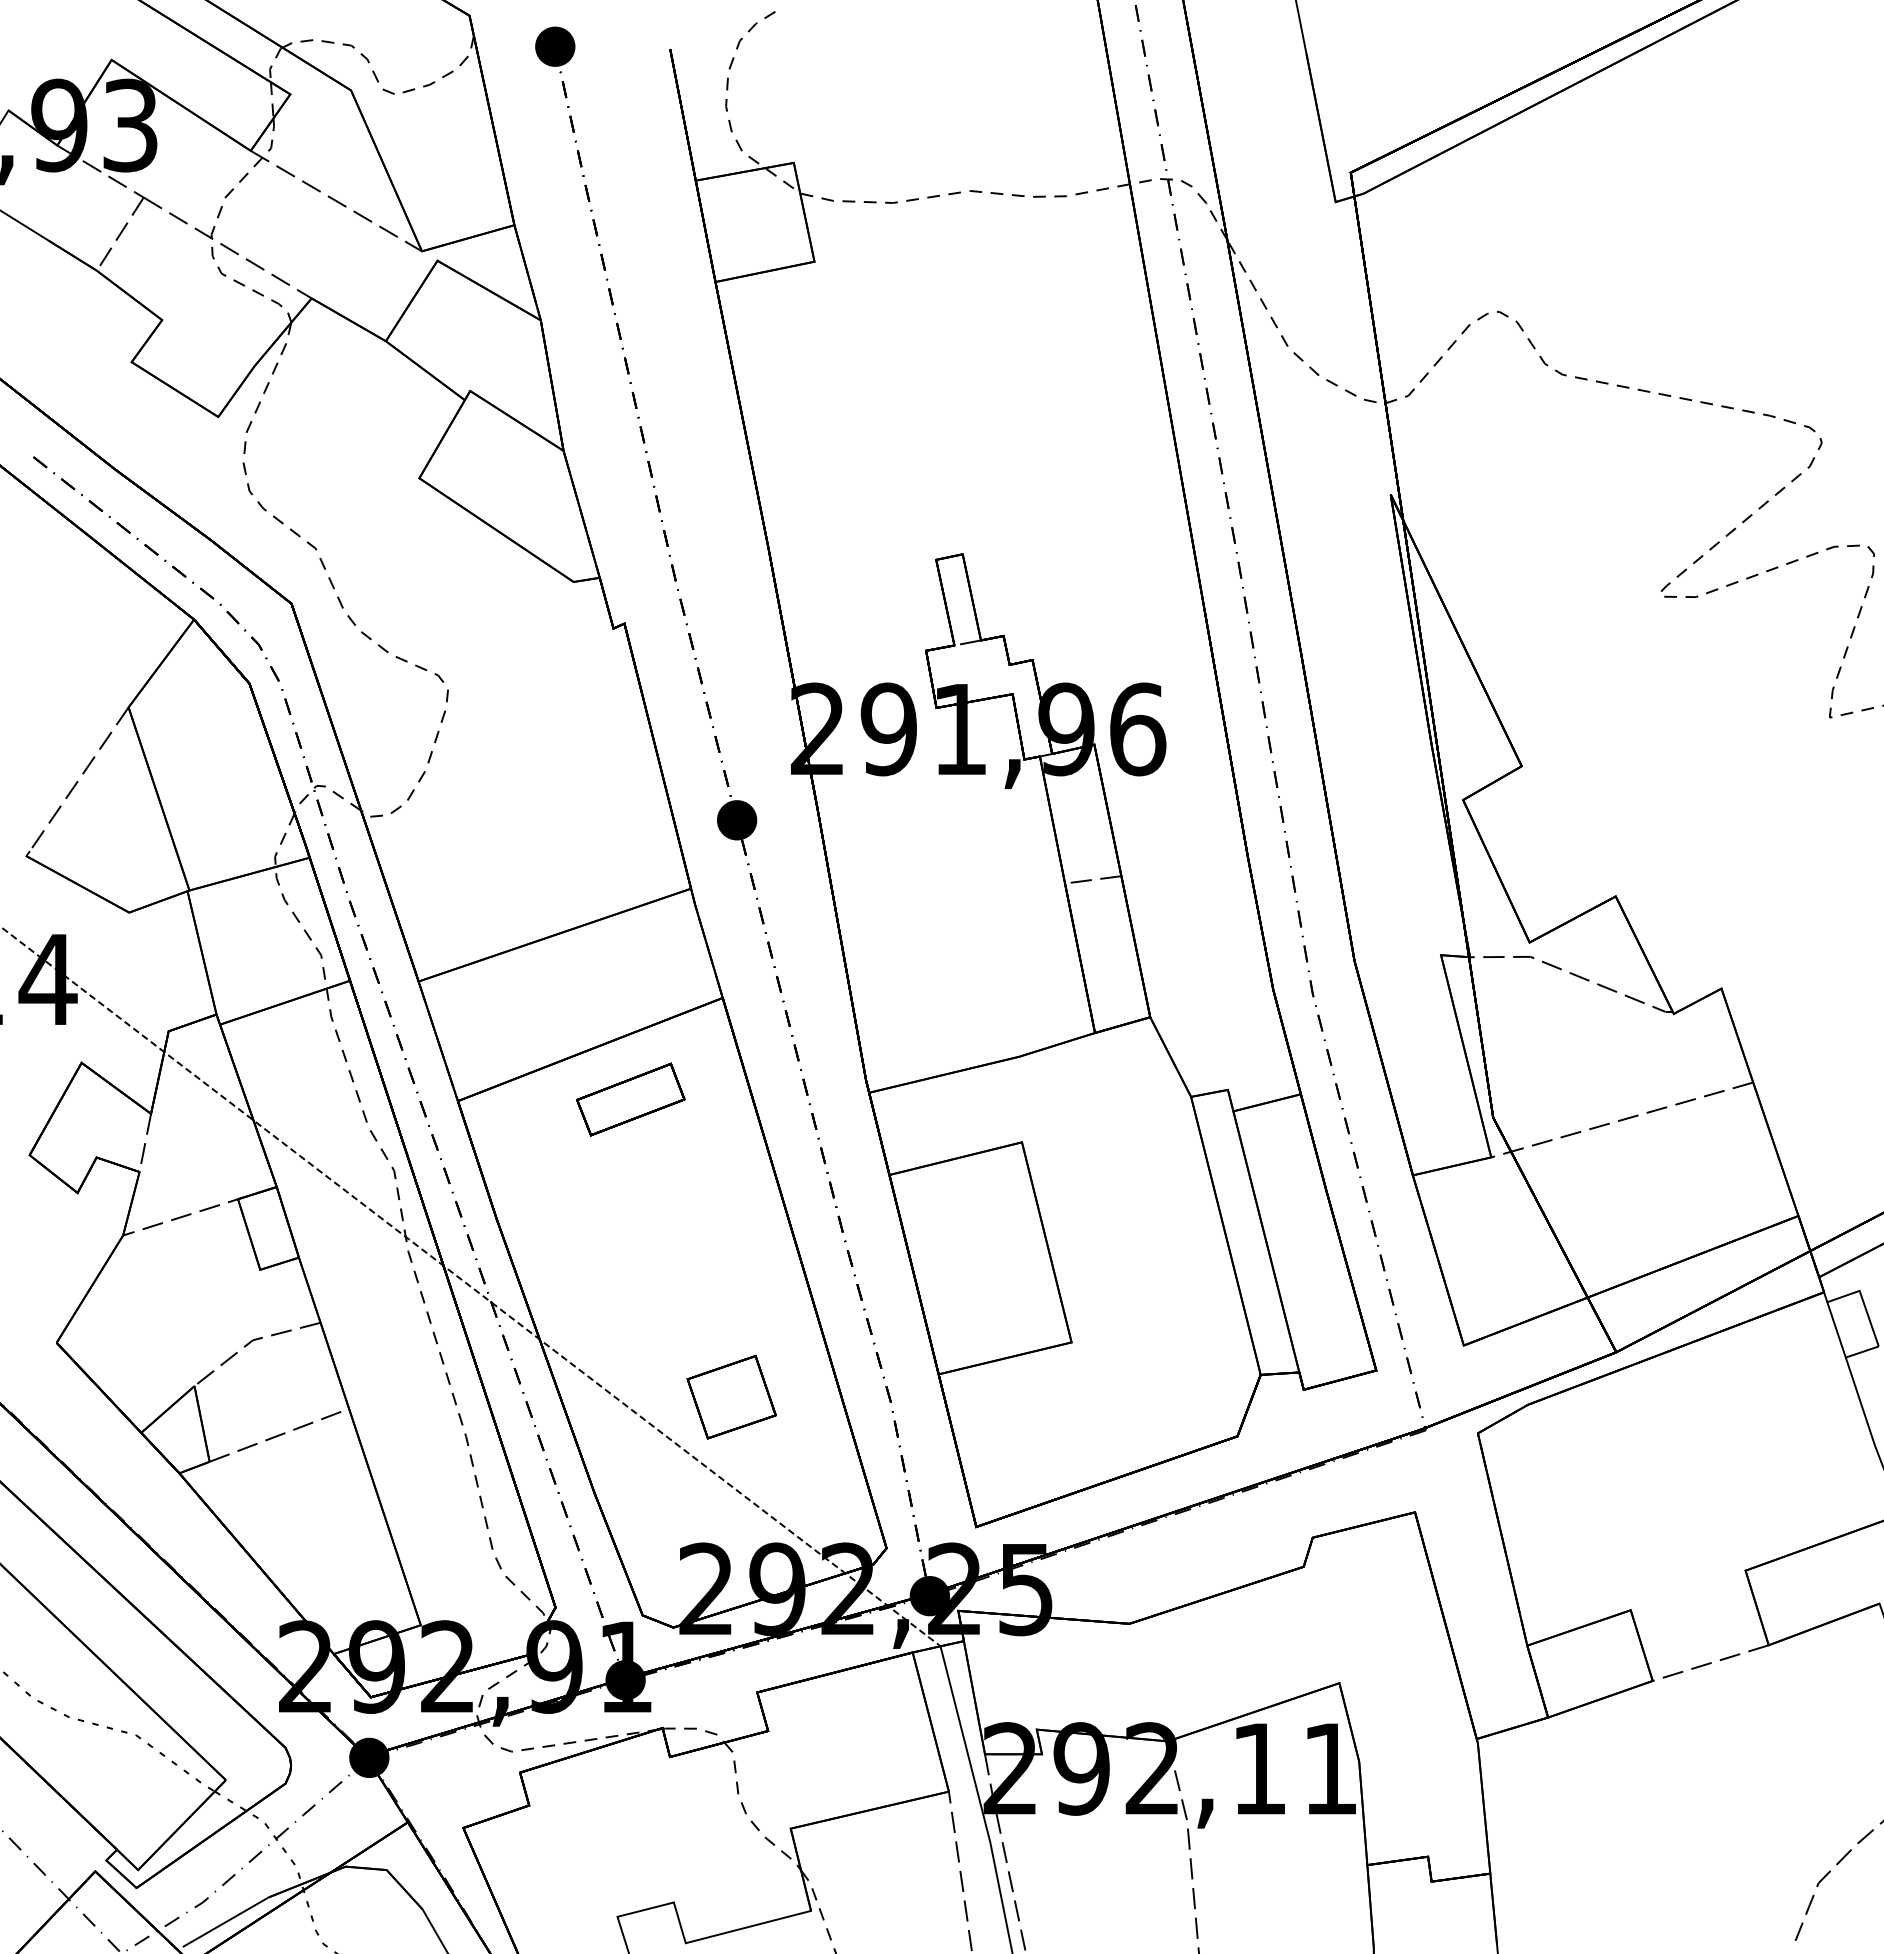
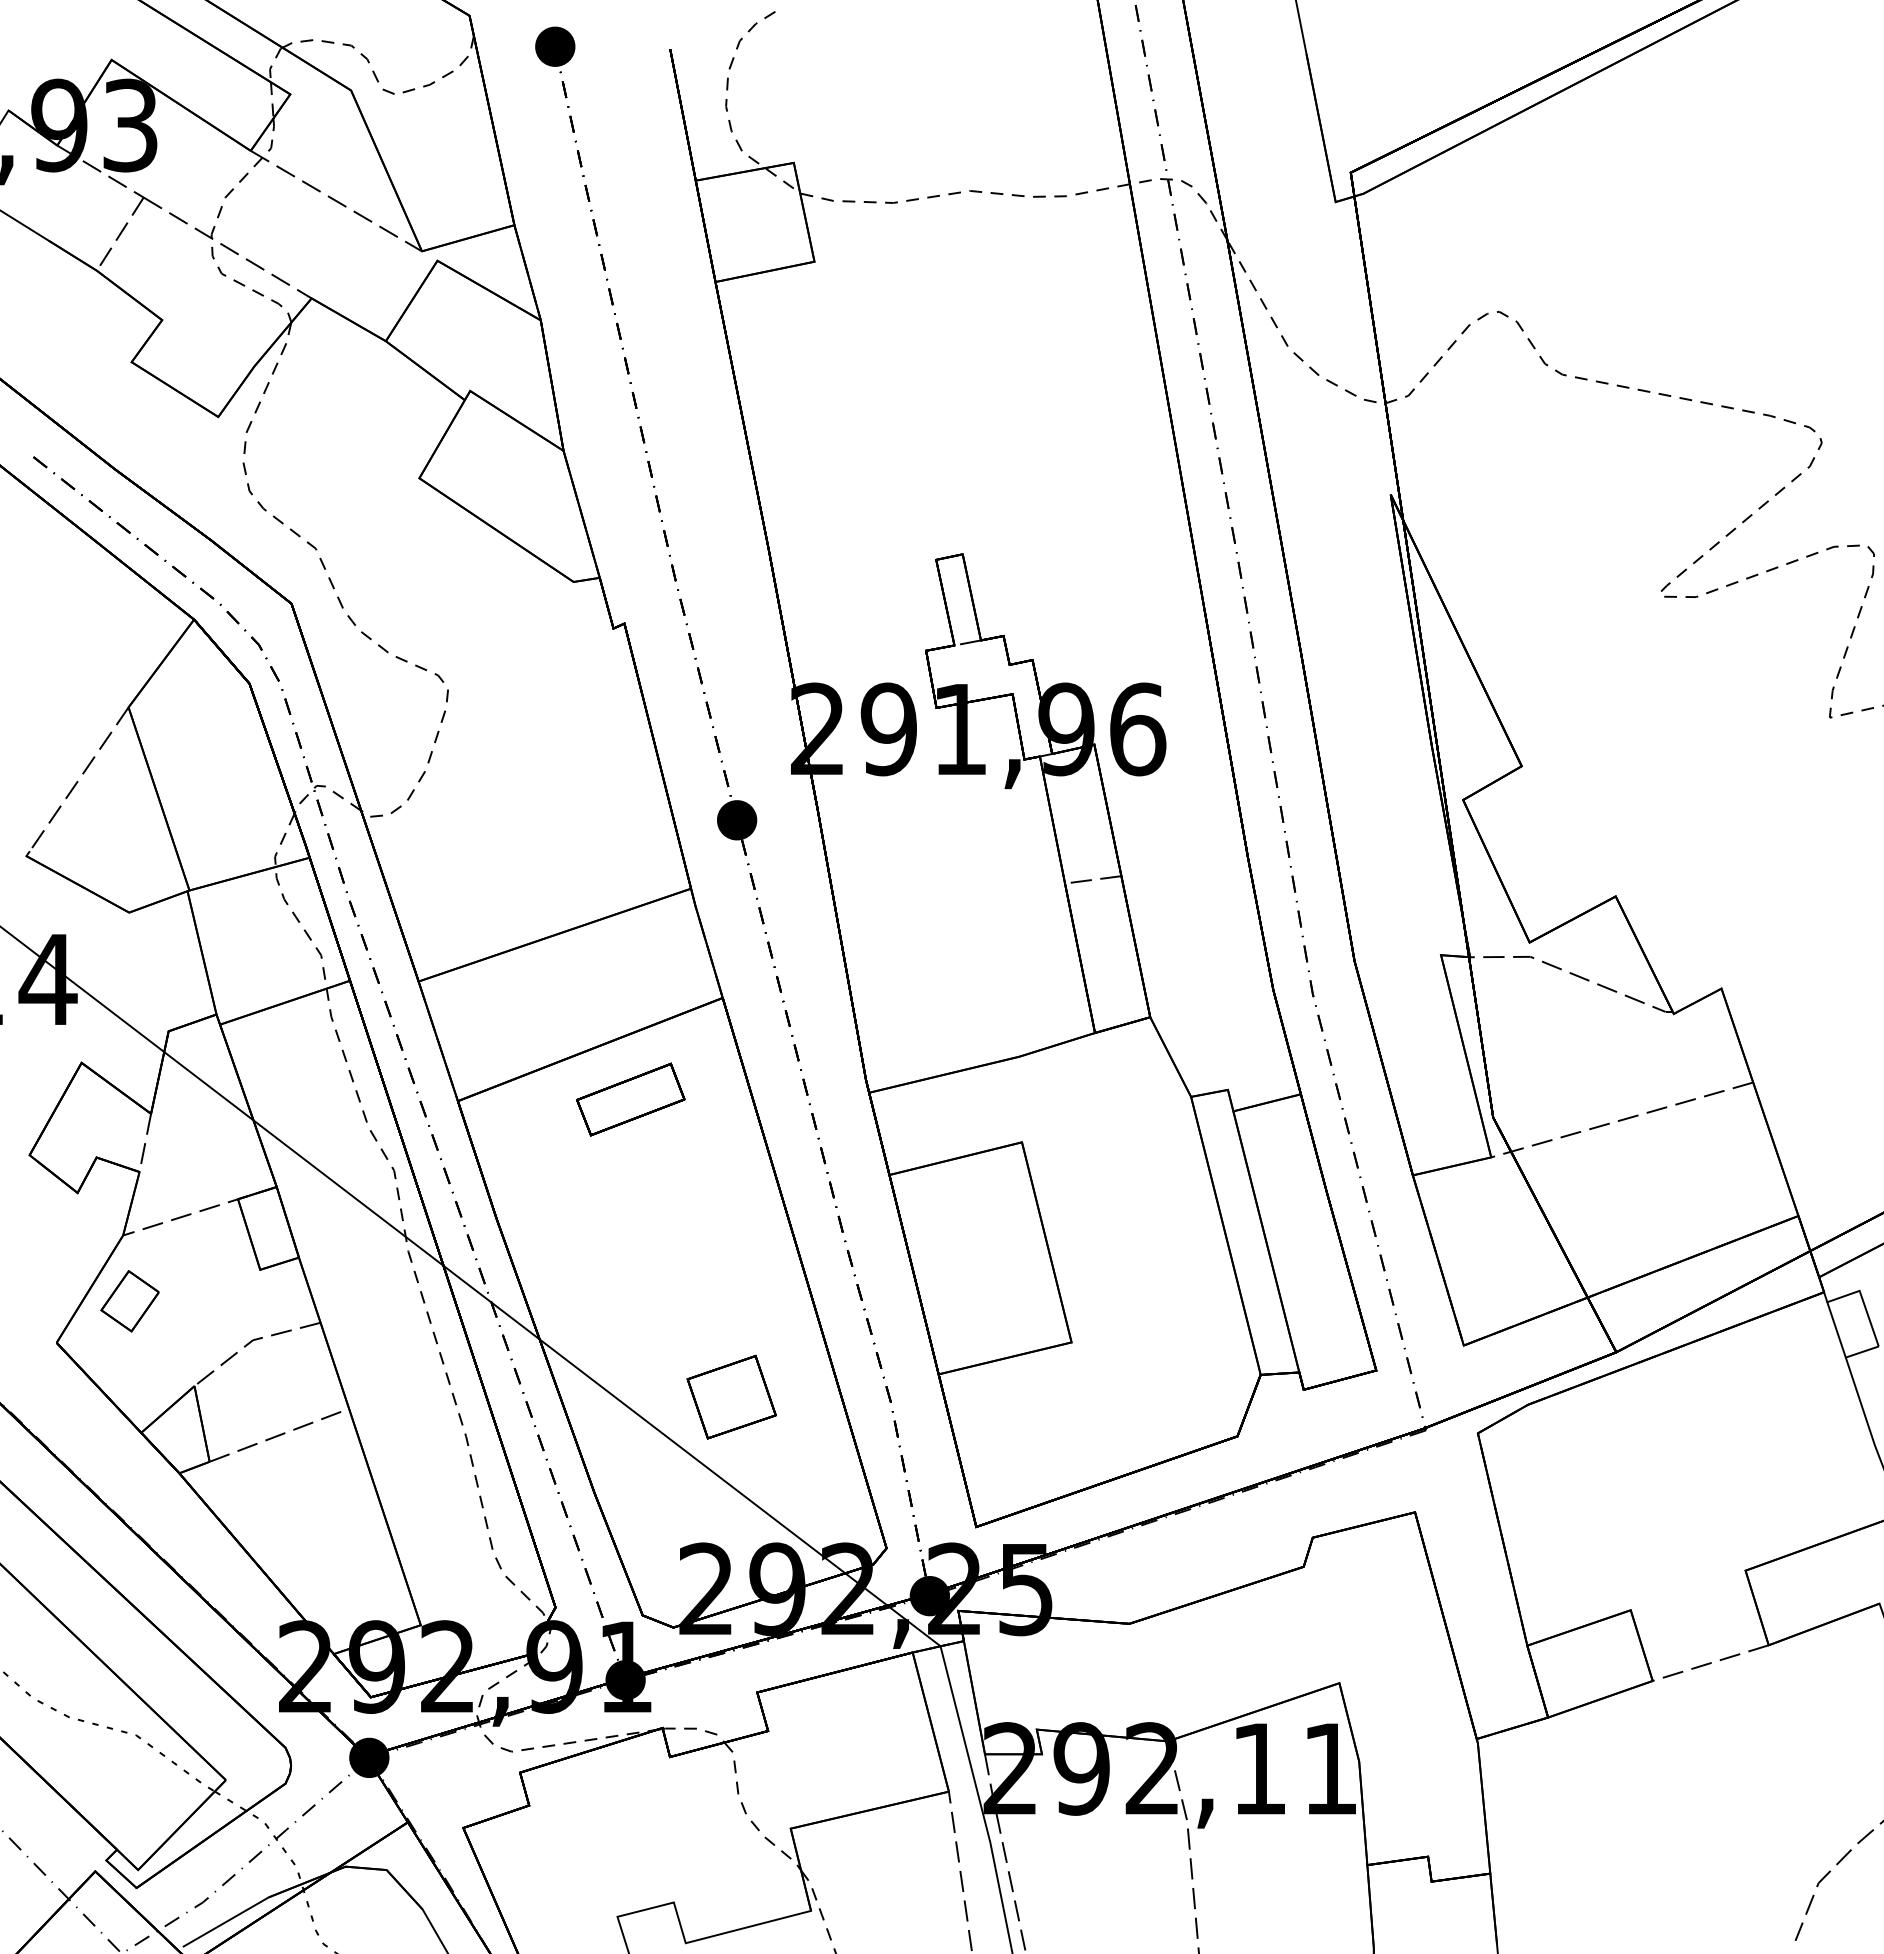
line at (471, 1286): dashed -> solid
part at (129, 1301): none -> present
